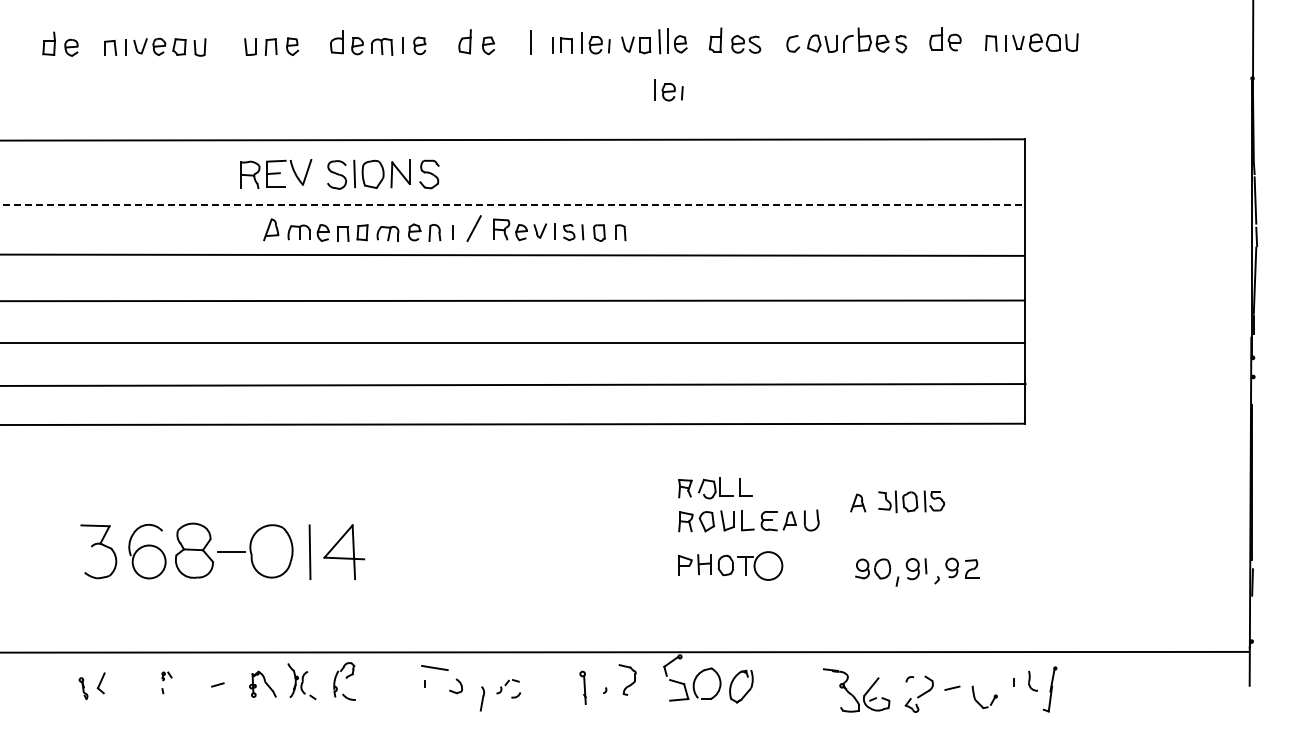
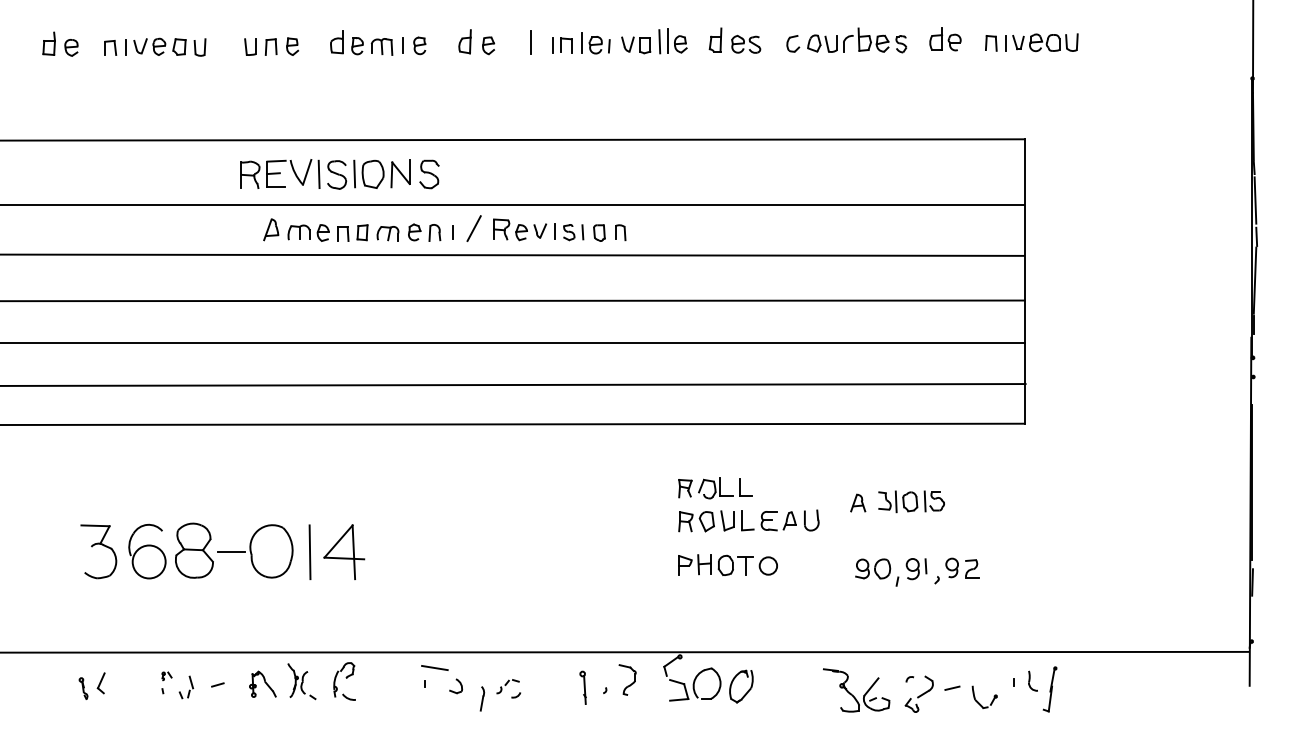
part at (668, 90): present -> none
line at (318, 174): none -> present
line at (512, 205): dashed -> solid
circle at (768, 565) diameter: 28 px -> 17 px
part at (186, 687): none -> present
